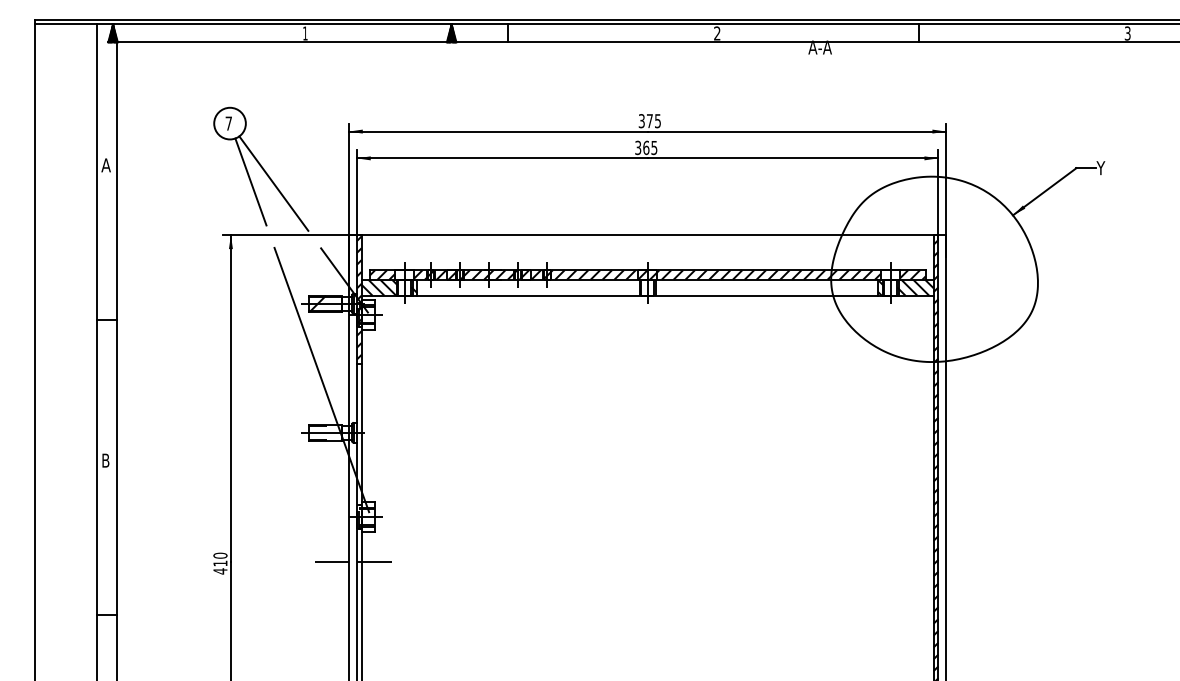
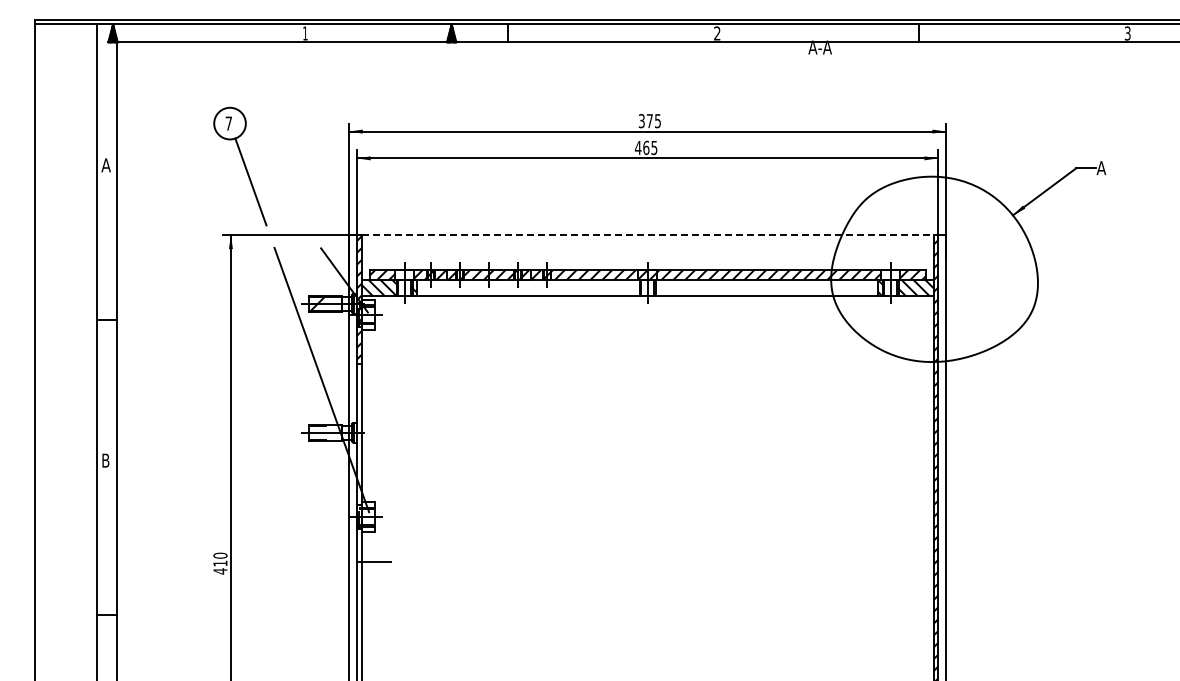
text at (637, 147): 365 -> 465
text at (1101, 168): Y -> A
line at (273, 183): present -> none
line at (648, 235): solid -> dashed
line at (331, 561): present -> none
